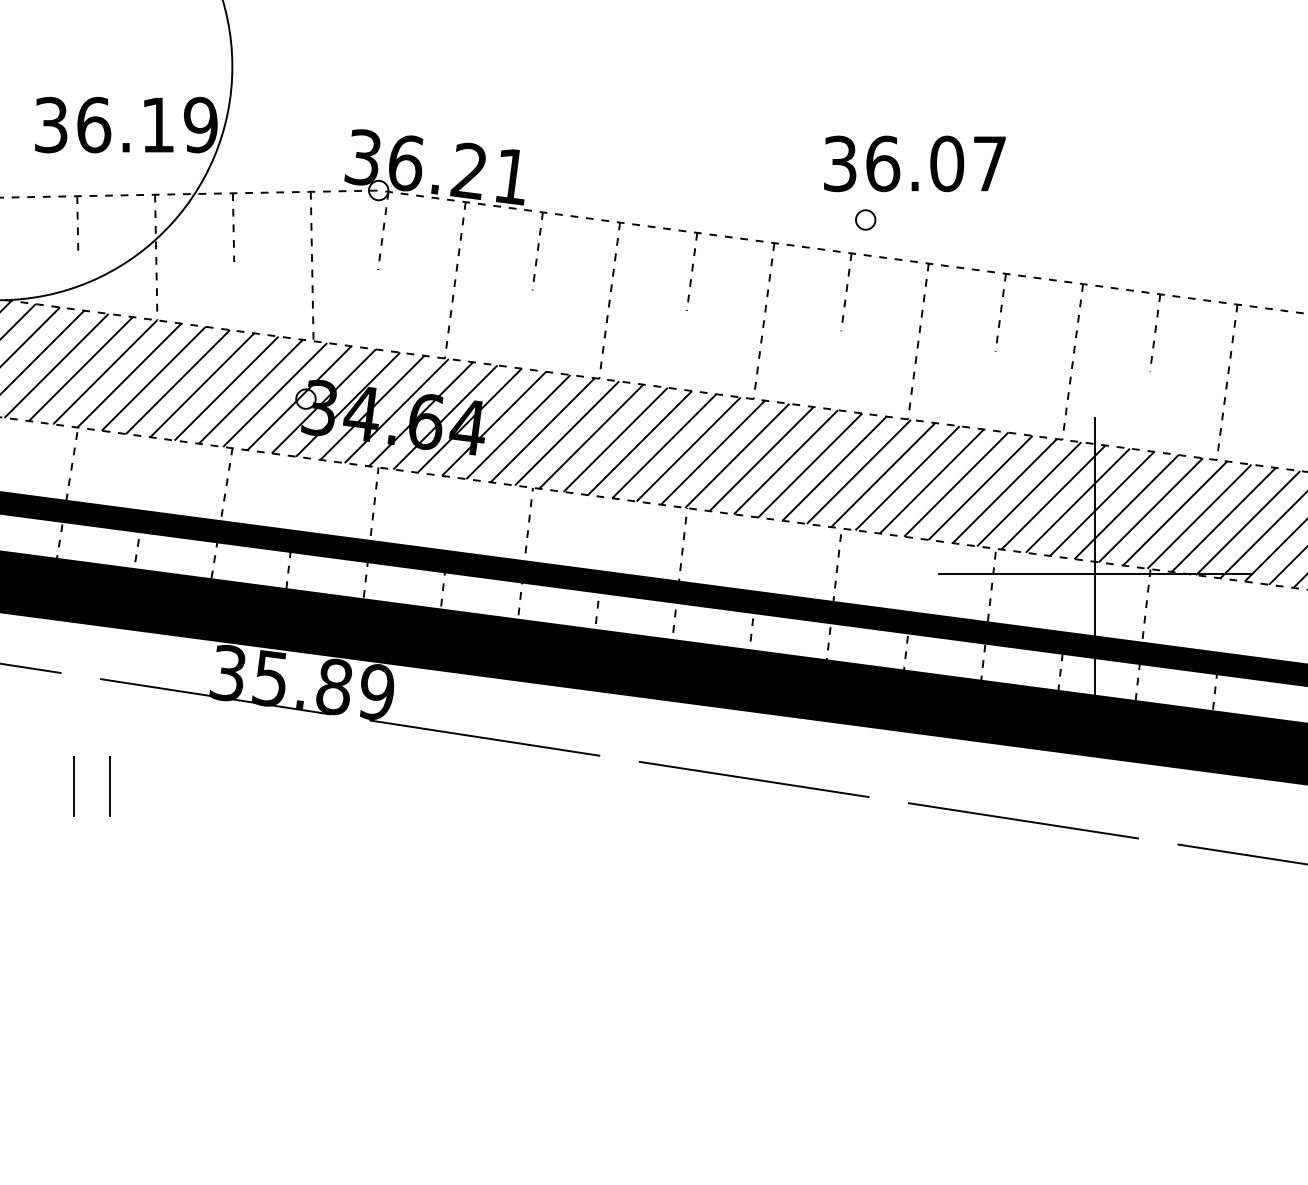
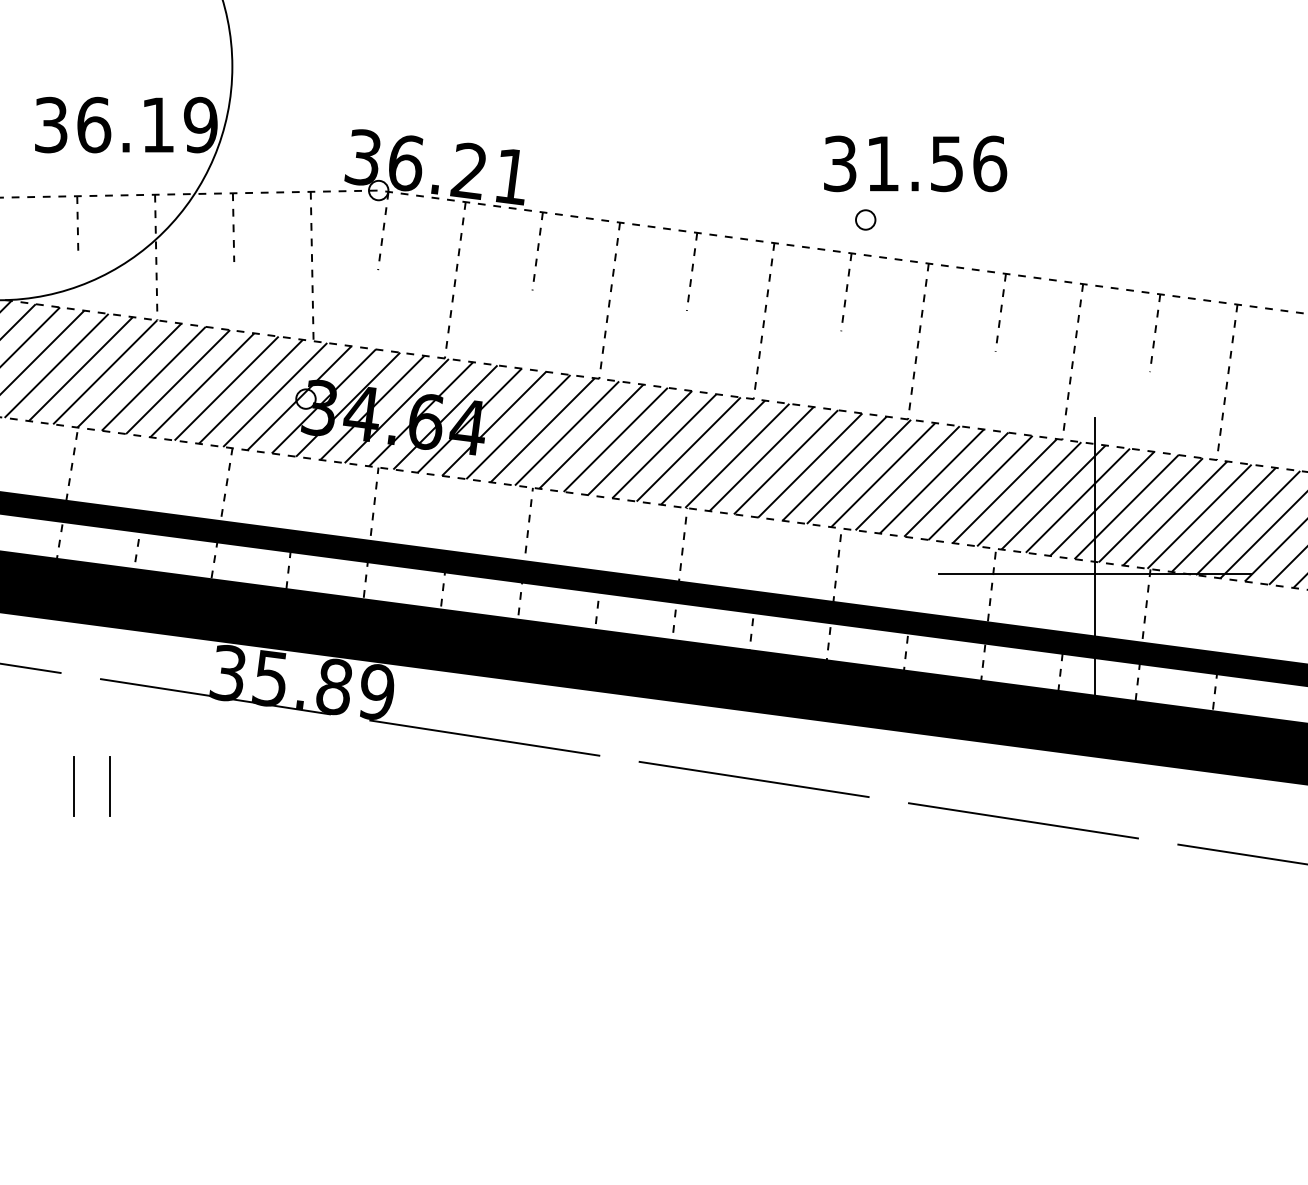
text at (936, 163): 36.07 -> 31.56
